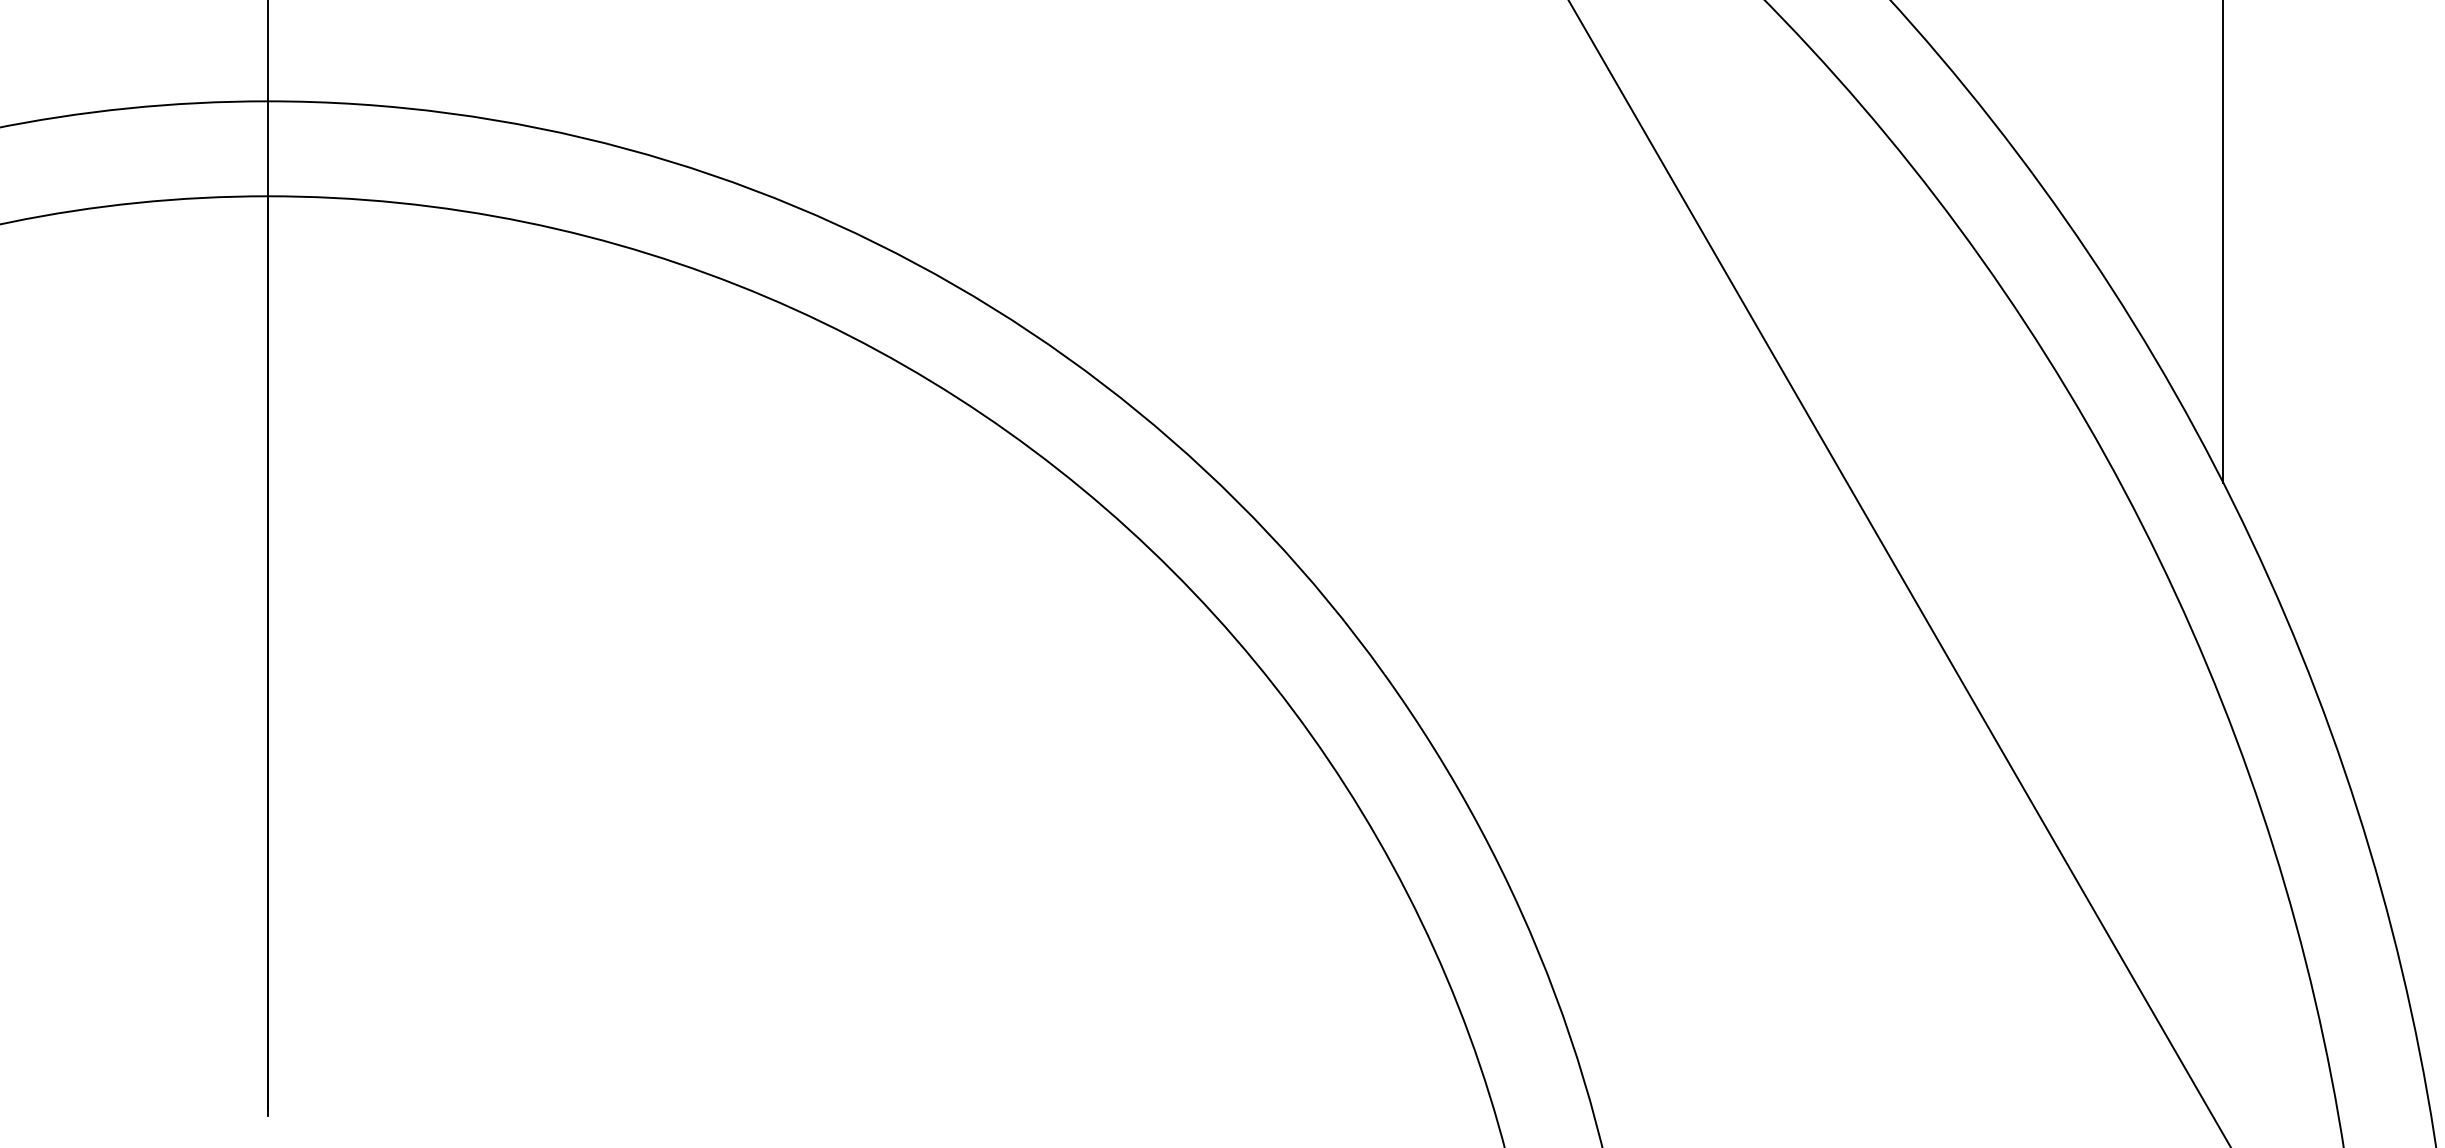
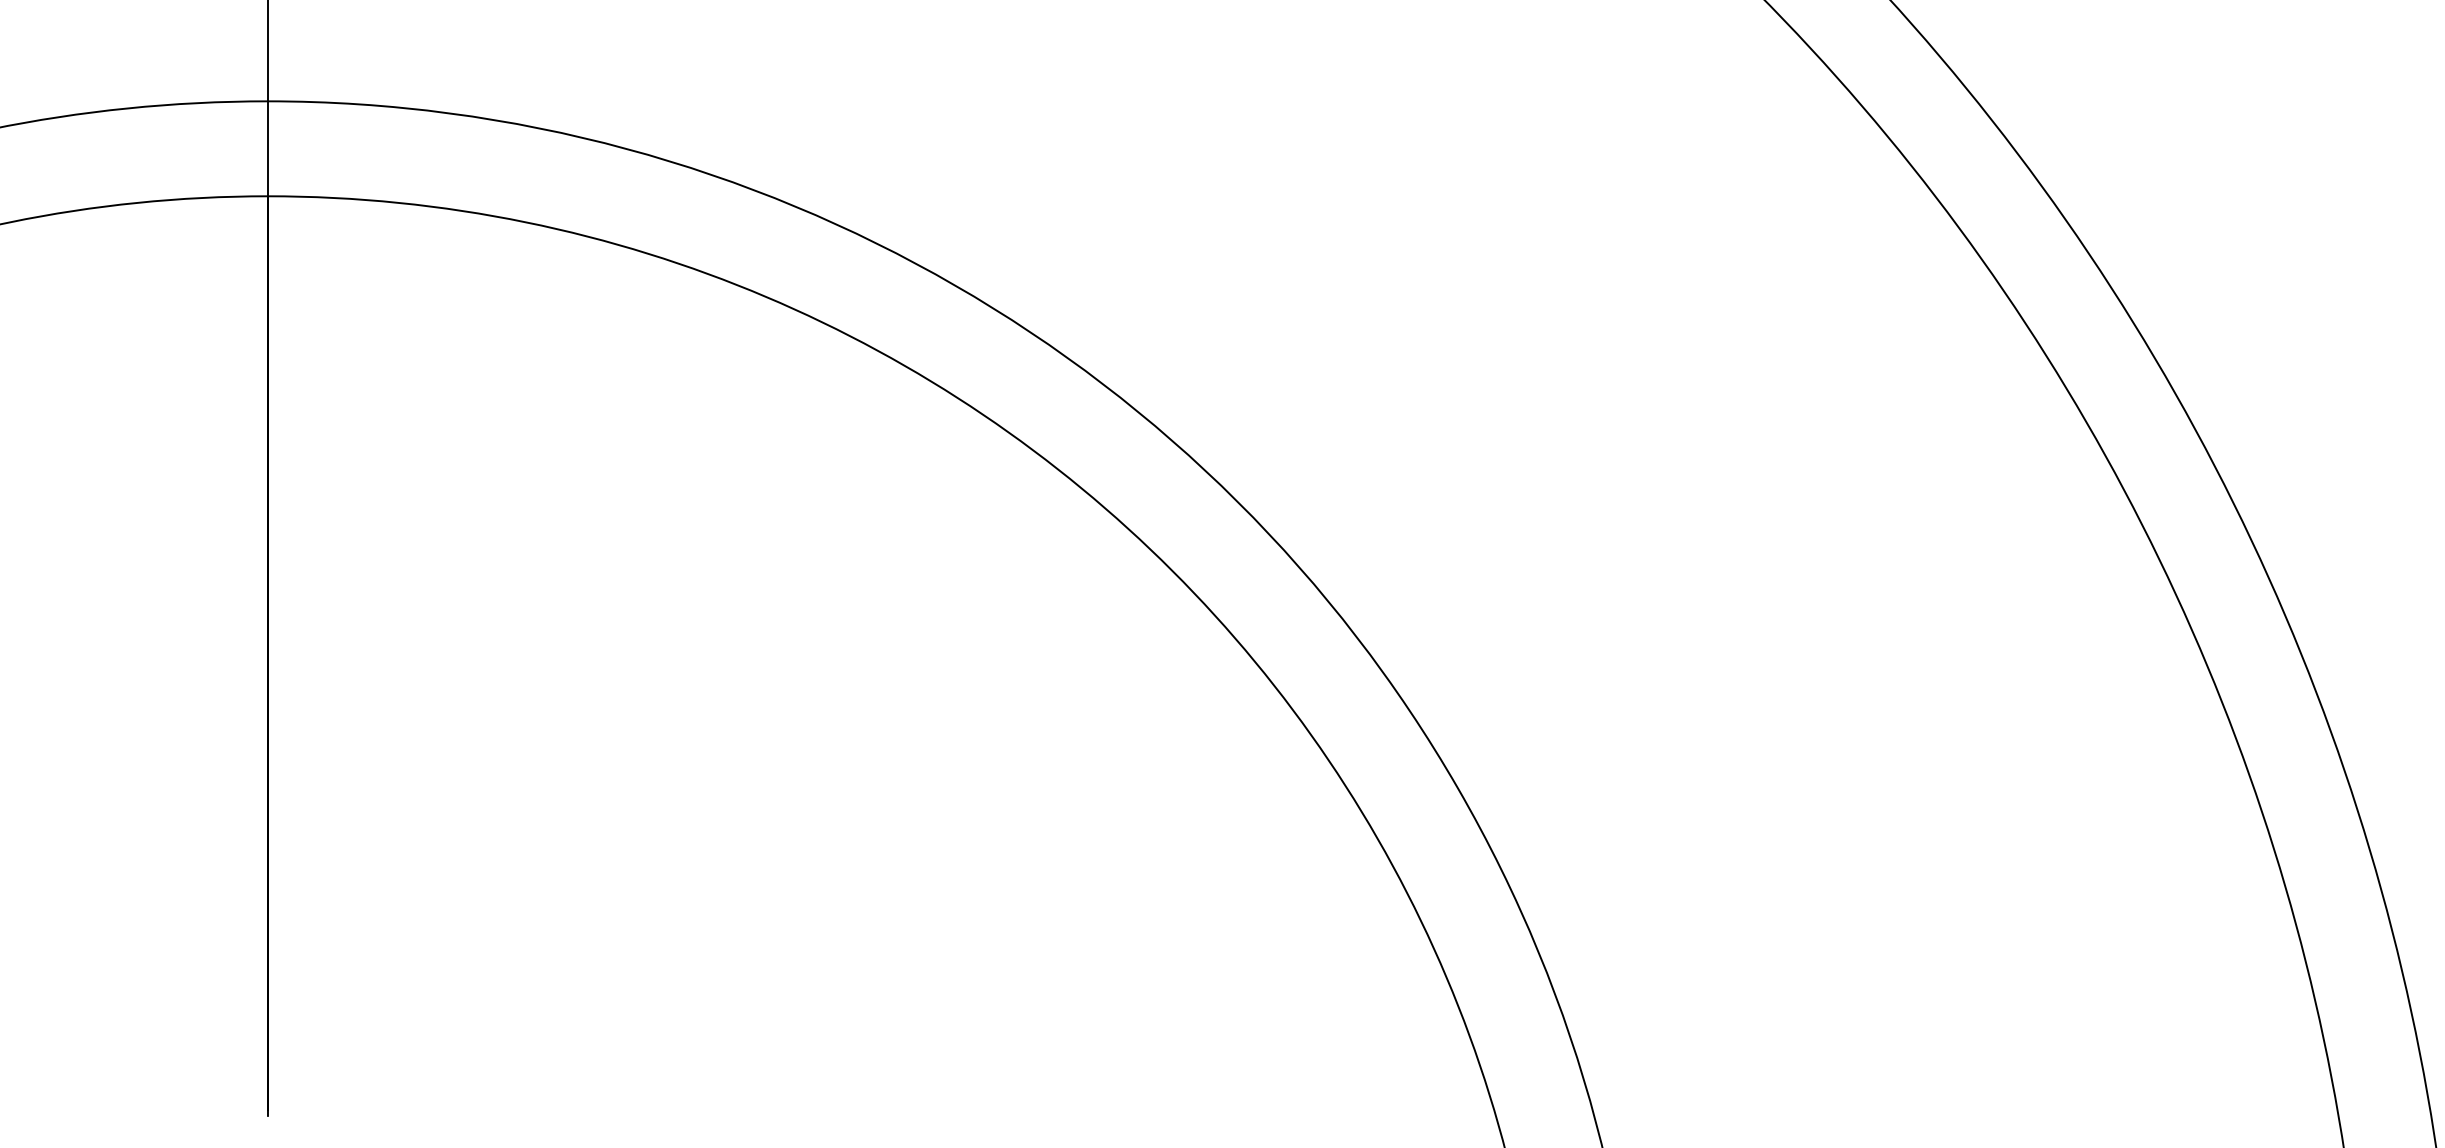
line at (2223, 242): present -> none
line at (1899, 573): present -> none
